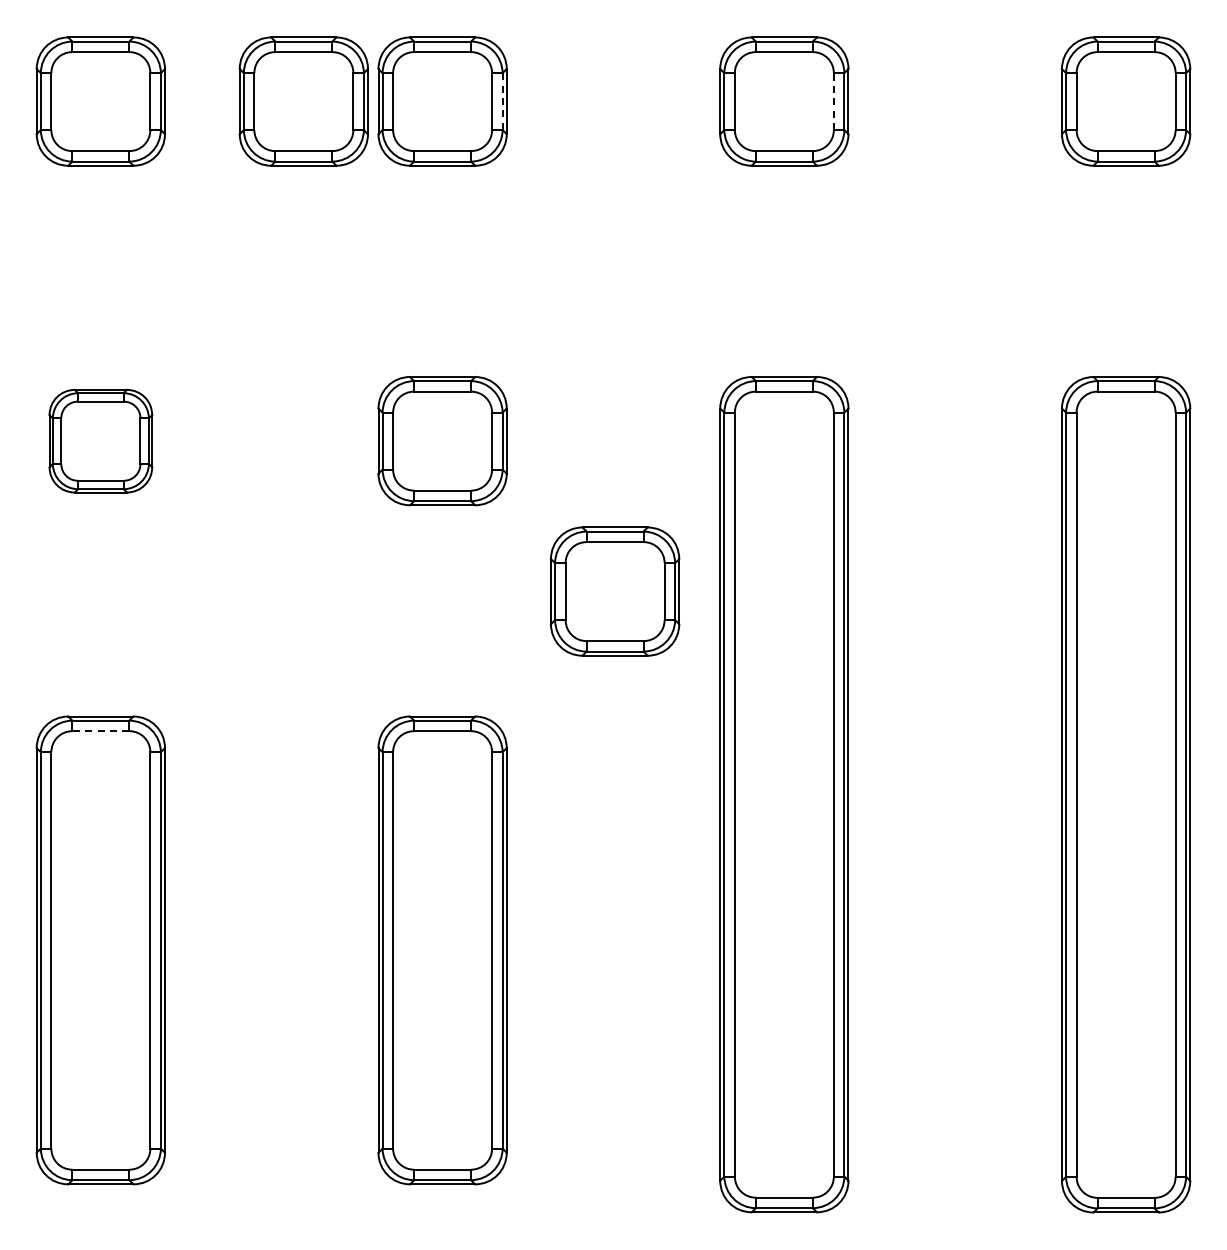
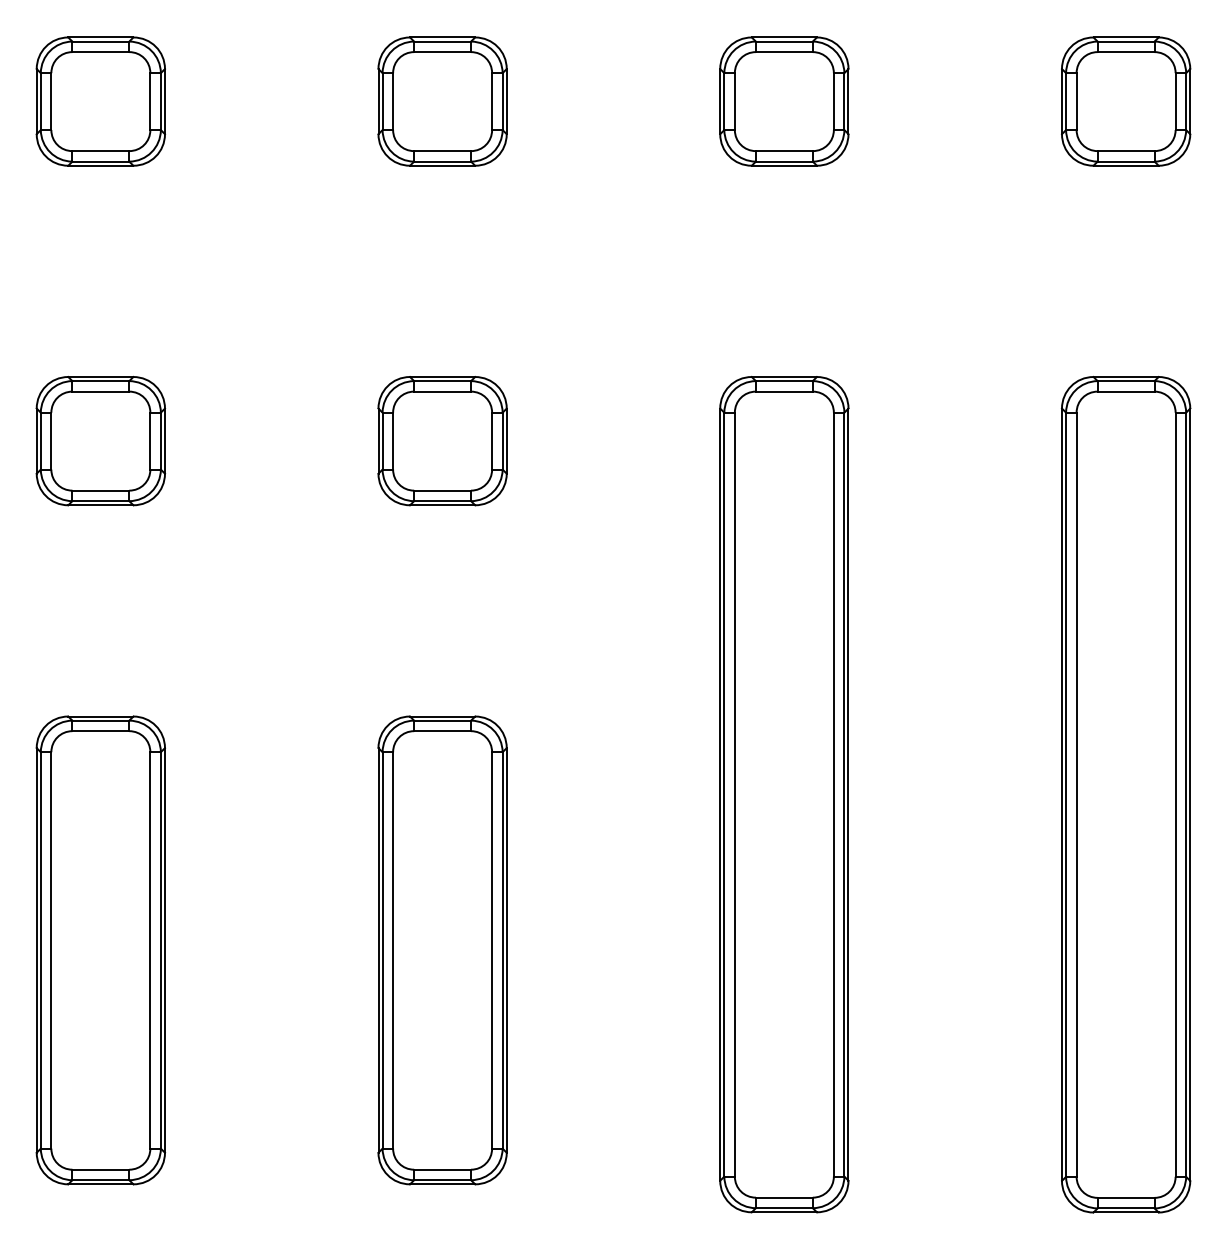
part at (303, 101): present -> none
line at (833, 101): dashed -> solid
line at (502, 102): dashed -> solid
part at (100, 440) size: 106x106 px -> 132x131 px
part at (615, 591): present -> none
line at (100, 731): dashed -> solid
